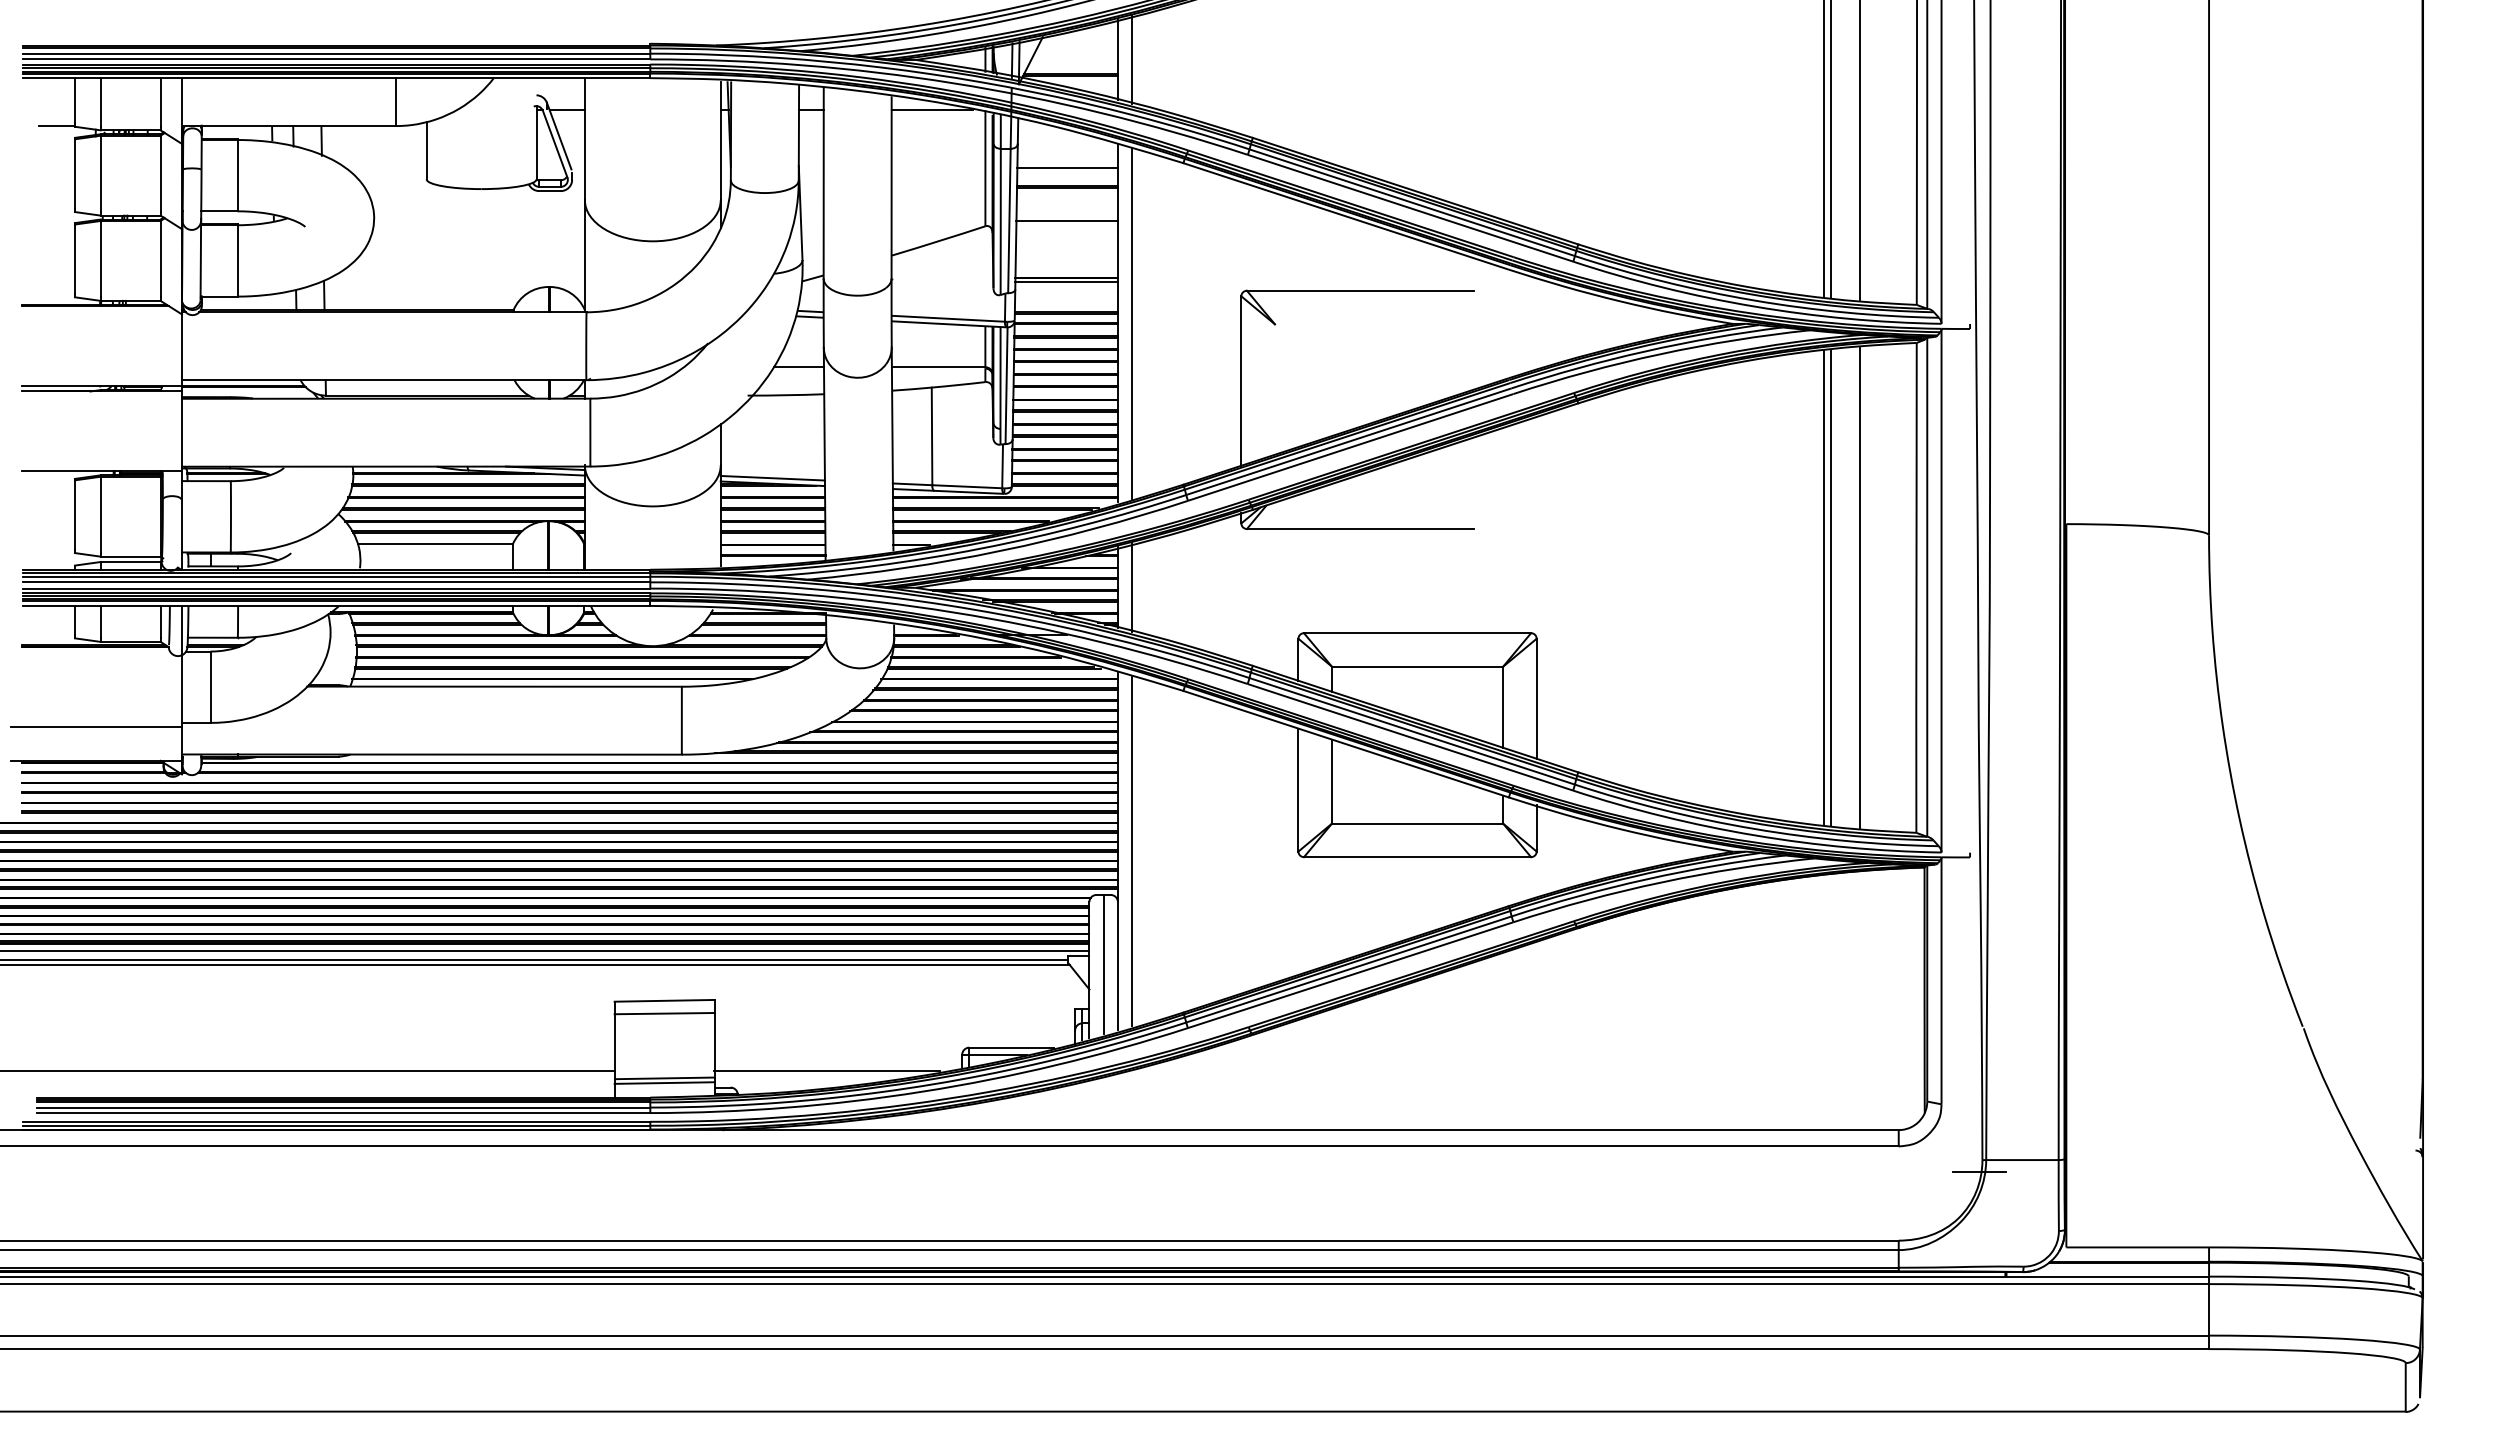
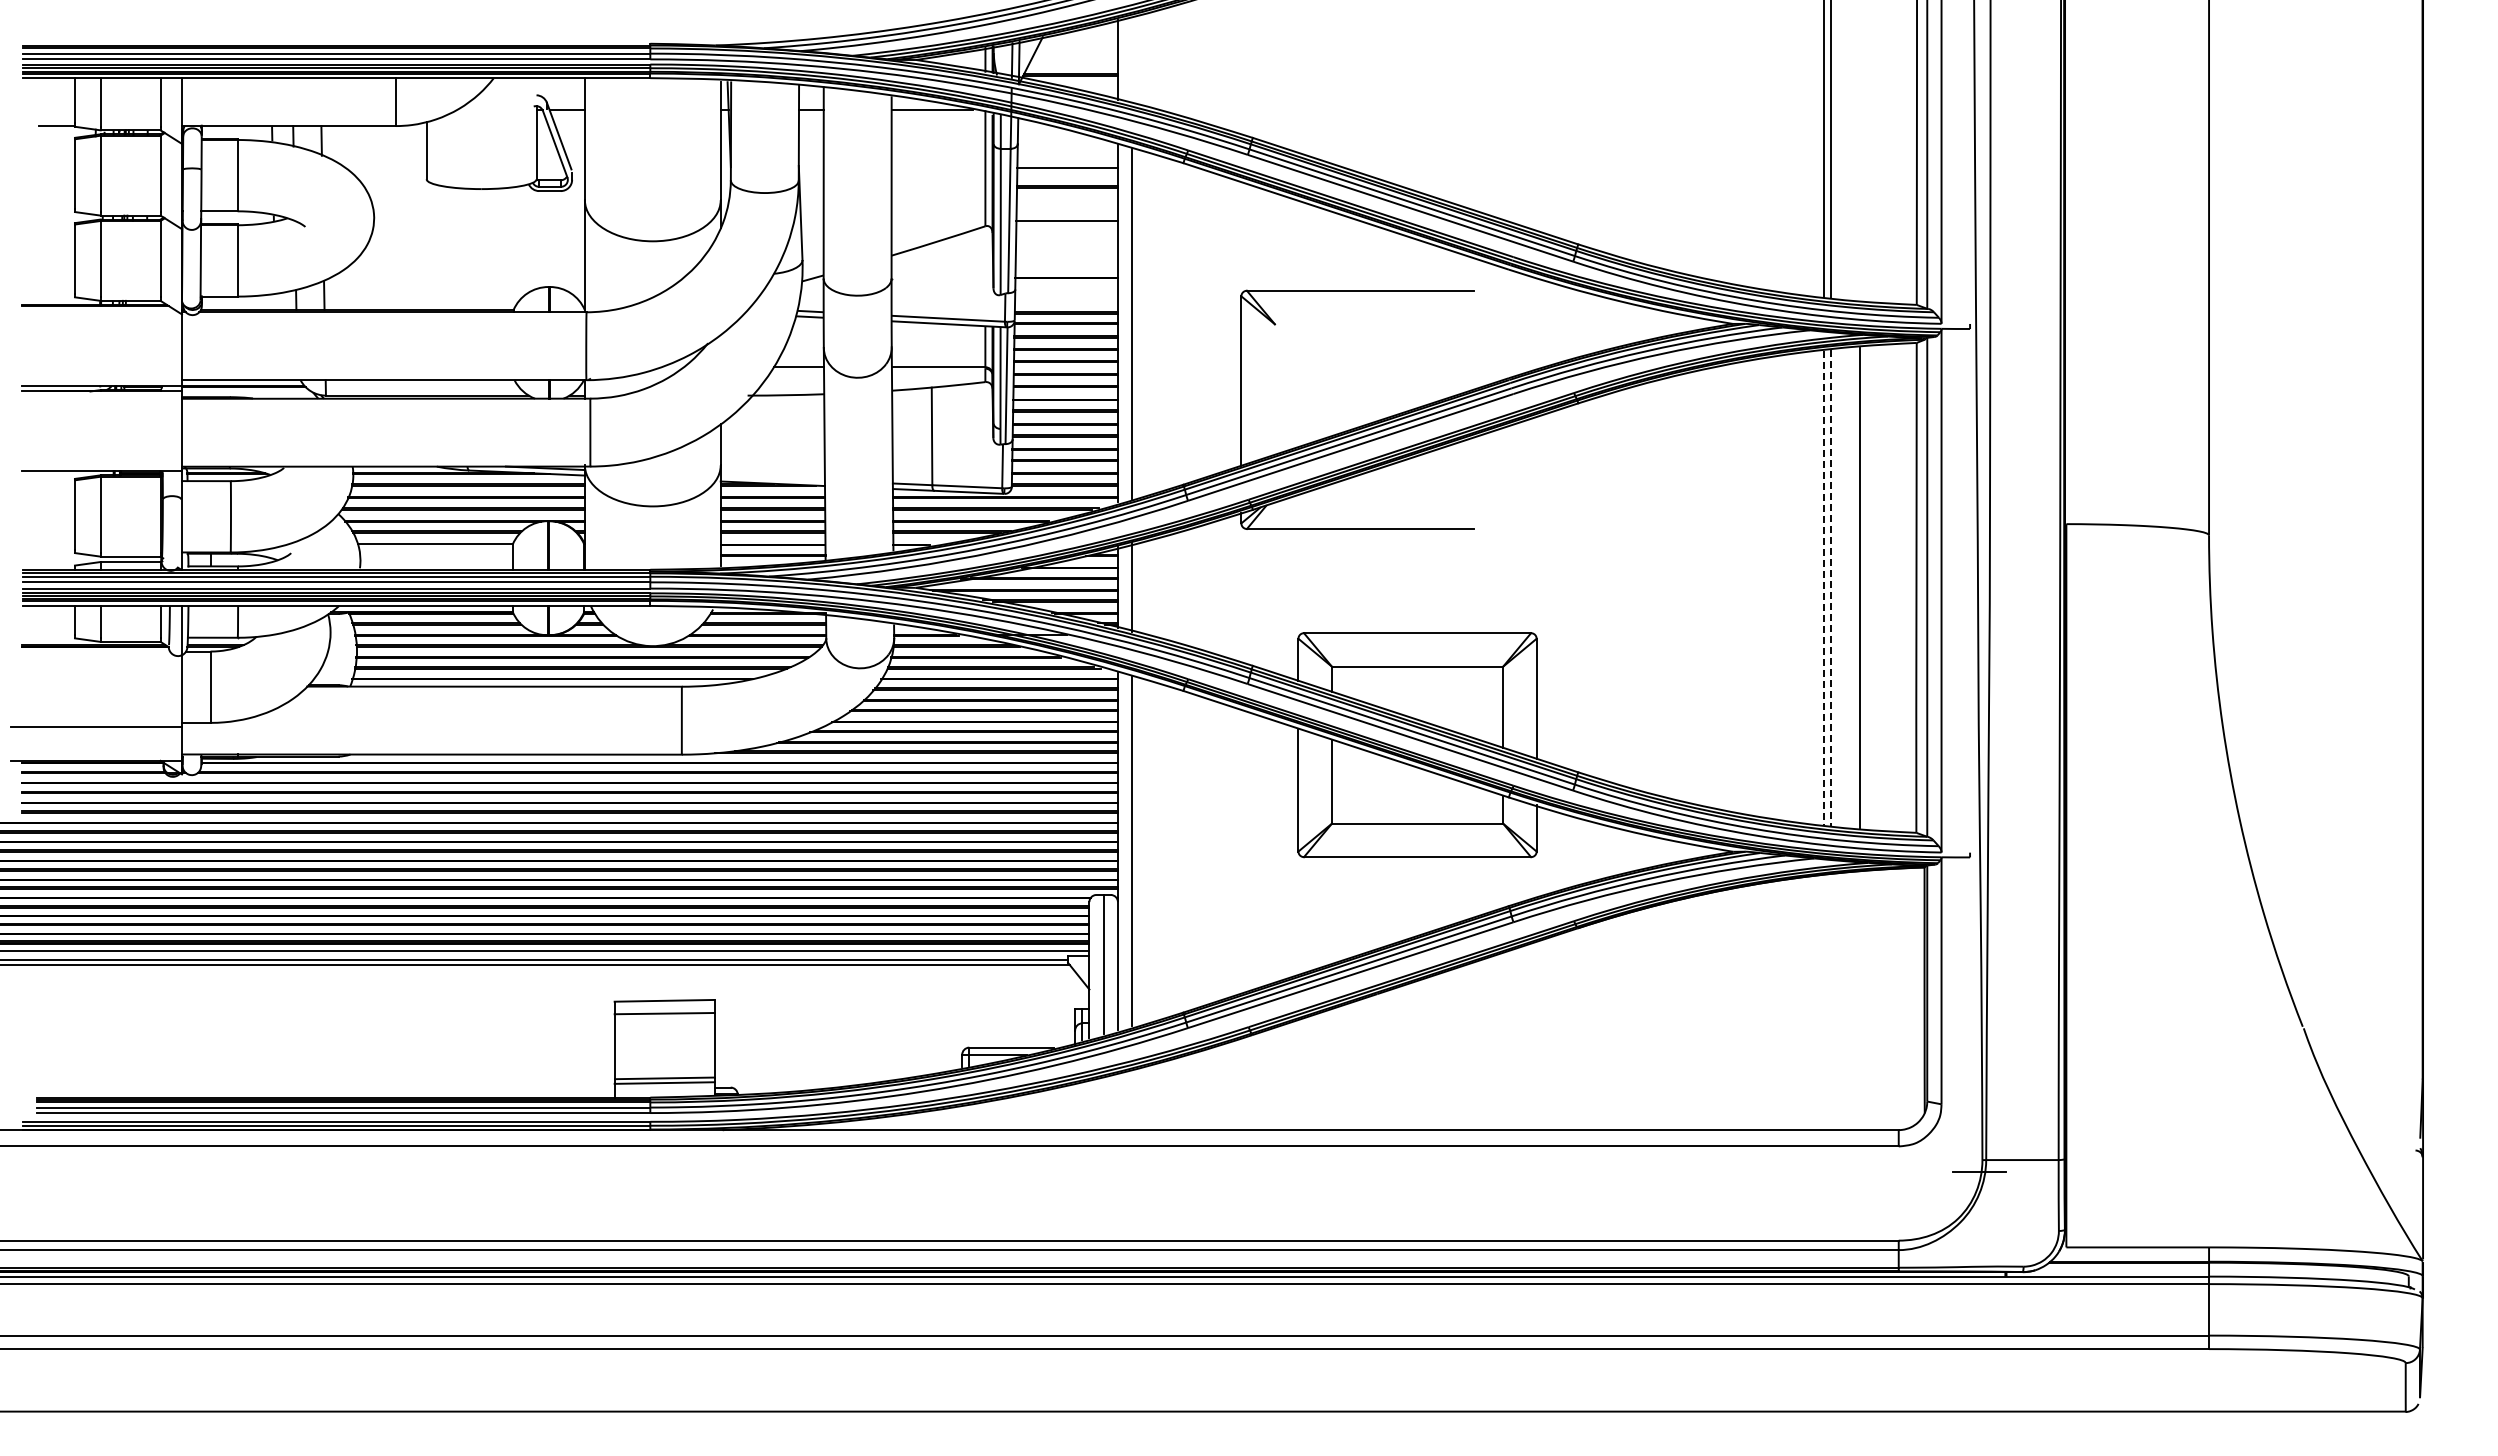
line at (1132, 59): present -> none
line at (1859, 151): present -> none
line at (1066, 282): present -> none
line at (772, 477): present -> none
line at (1831, 587): solid -> dashed
line at (1824, 588): solid -> dashed
line at (308, 1070): present -> none
line at (826, 1070): present -> none
